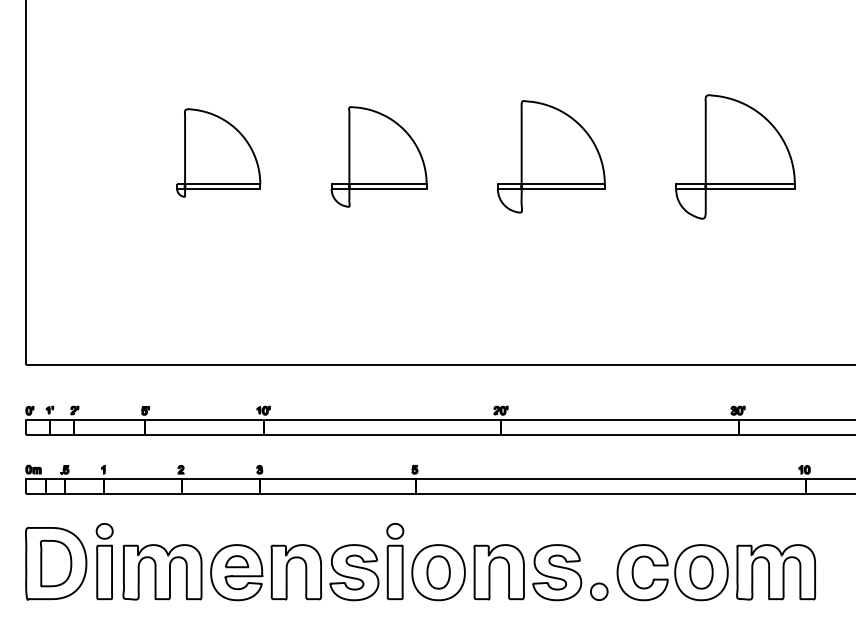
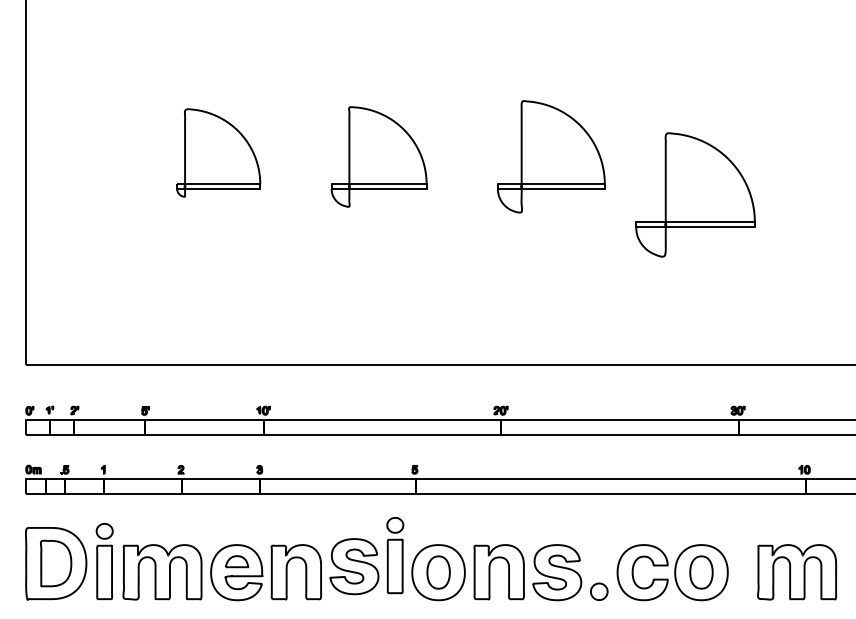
part at (735, 156) position: (735, 156) -> (695, 194)
part at (366, 562) position: (366, 562) -> (366, 556)
part at (775, 572) position: (775, 572) -> (796, 572)
